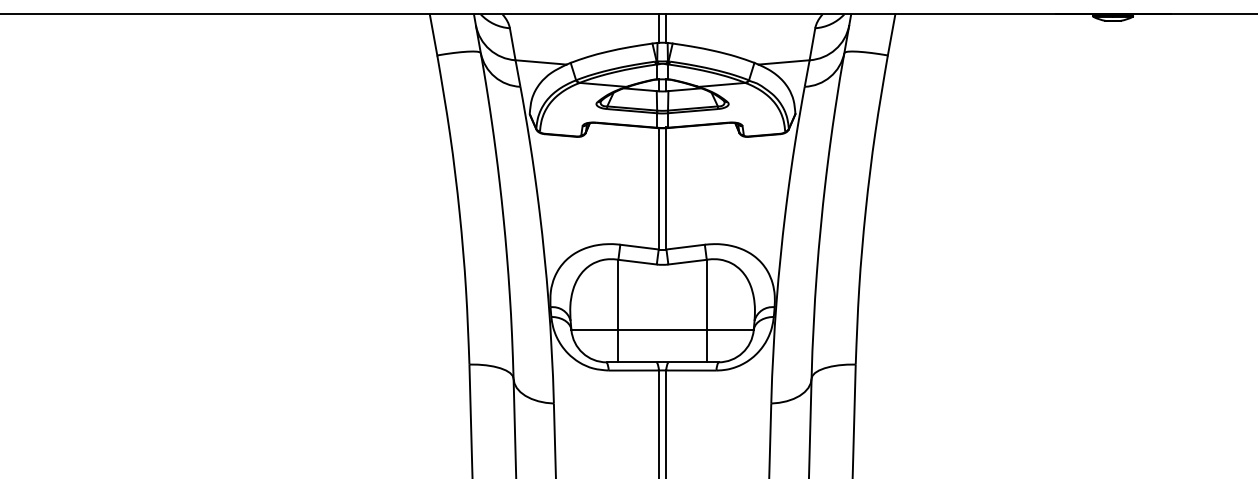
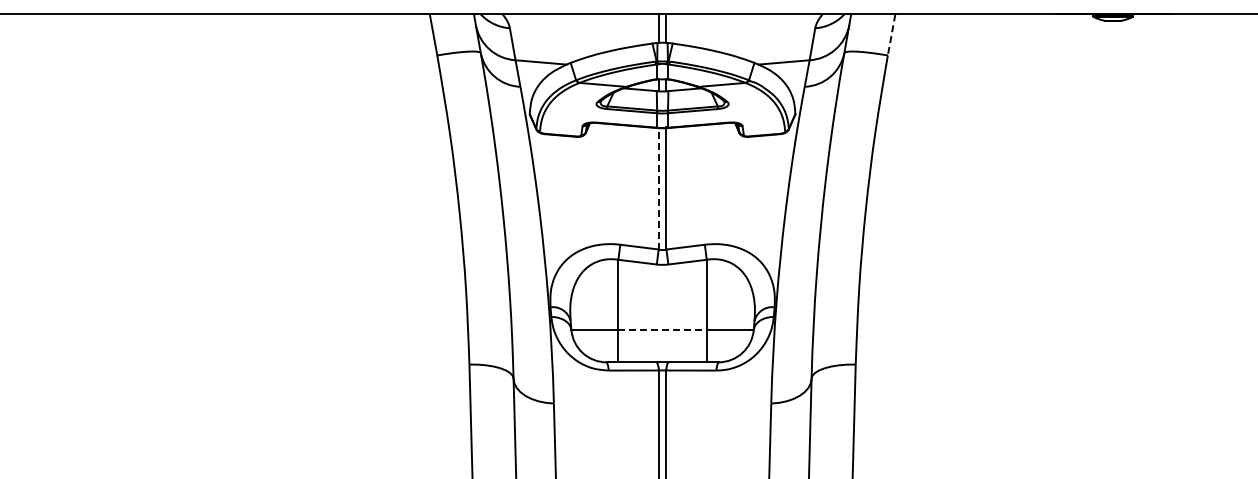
line at (891, 34): solid -> dashed
line at (658, 188): solid -> dashed
line at (663, 330): solid -> dashed
